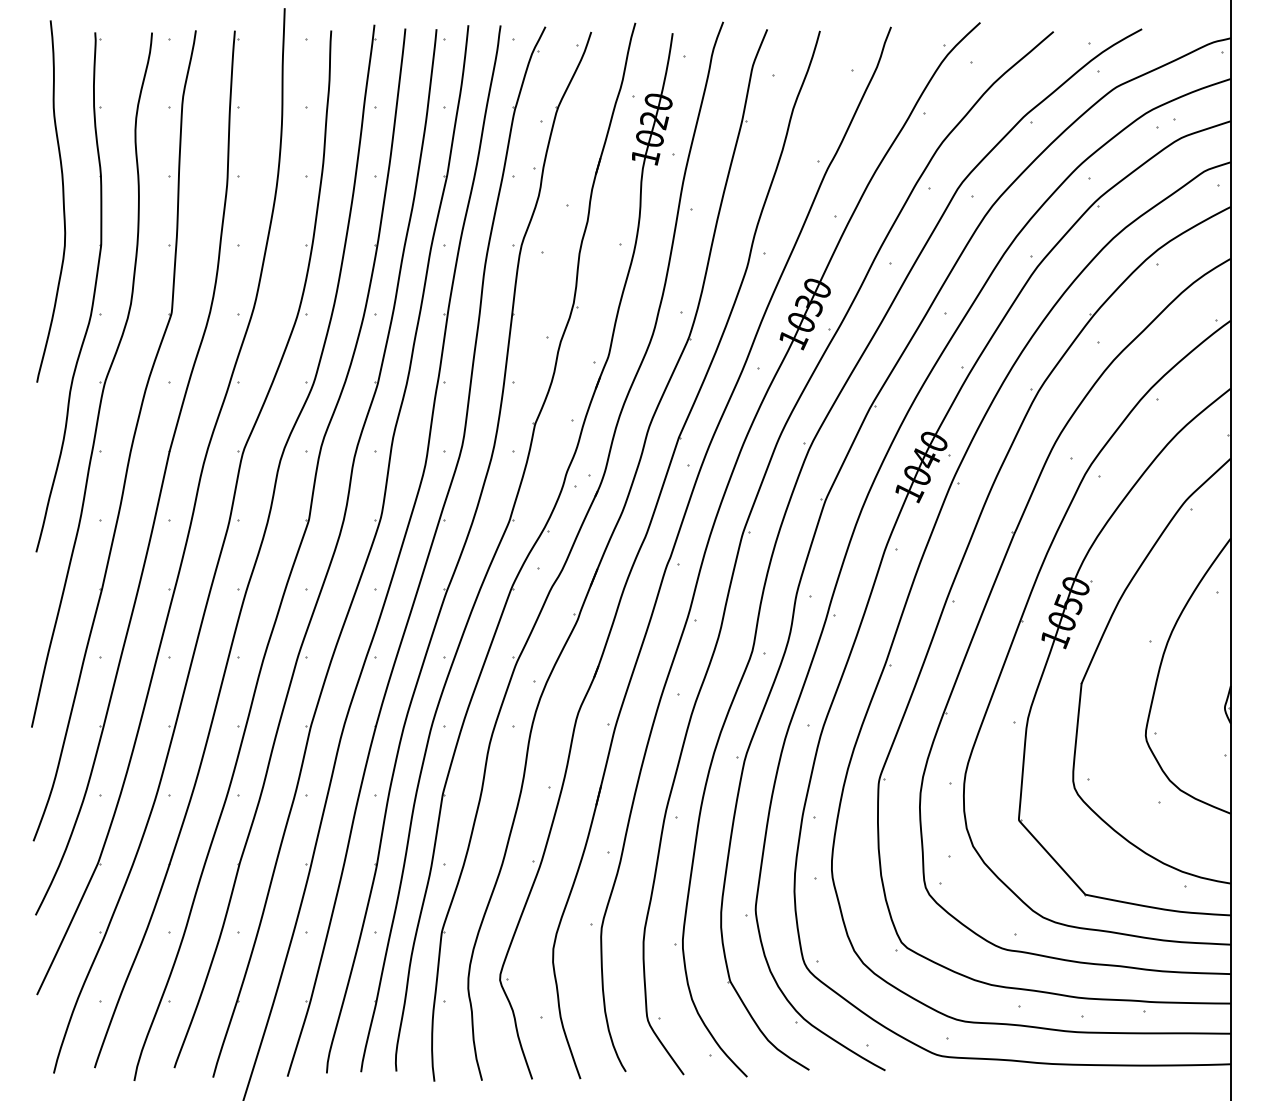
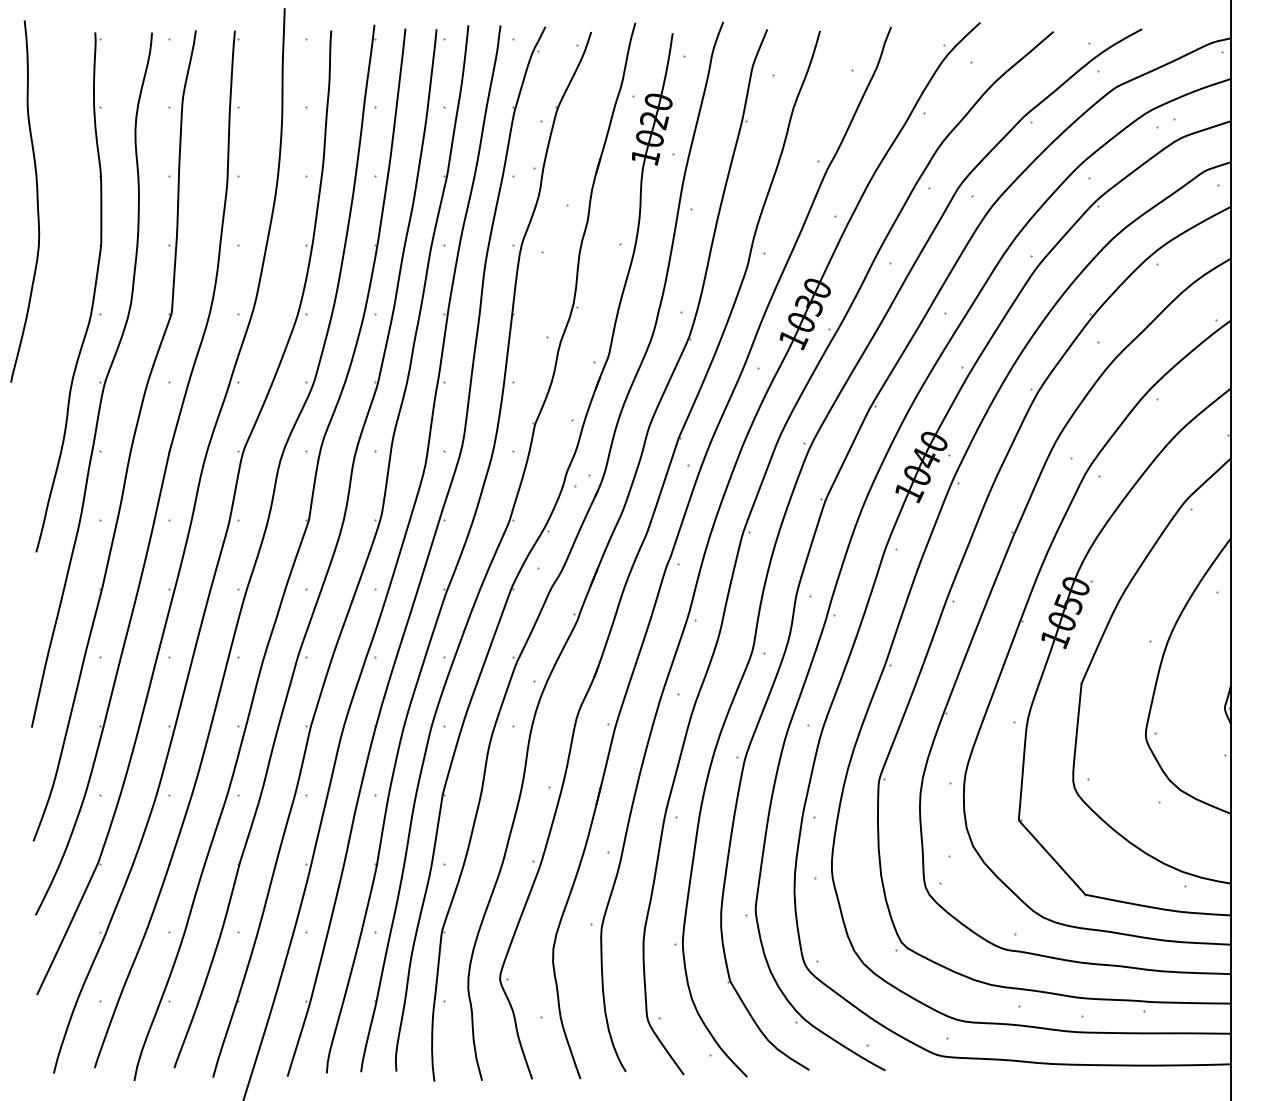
curve at (62, 201) position: (62, 201) -> (36, 201)
